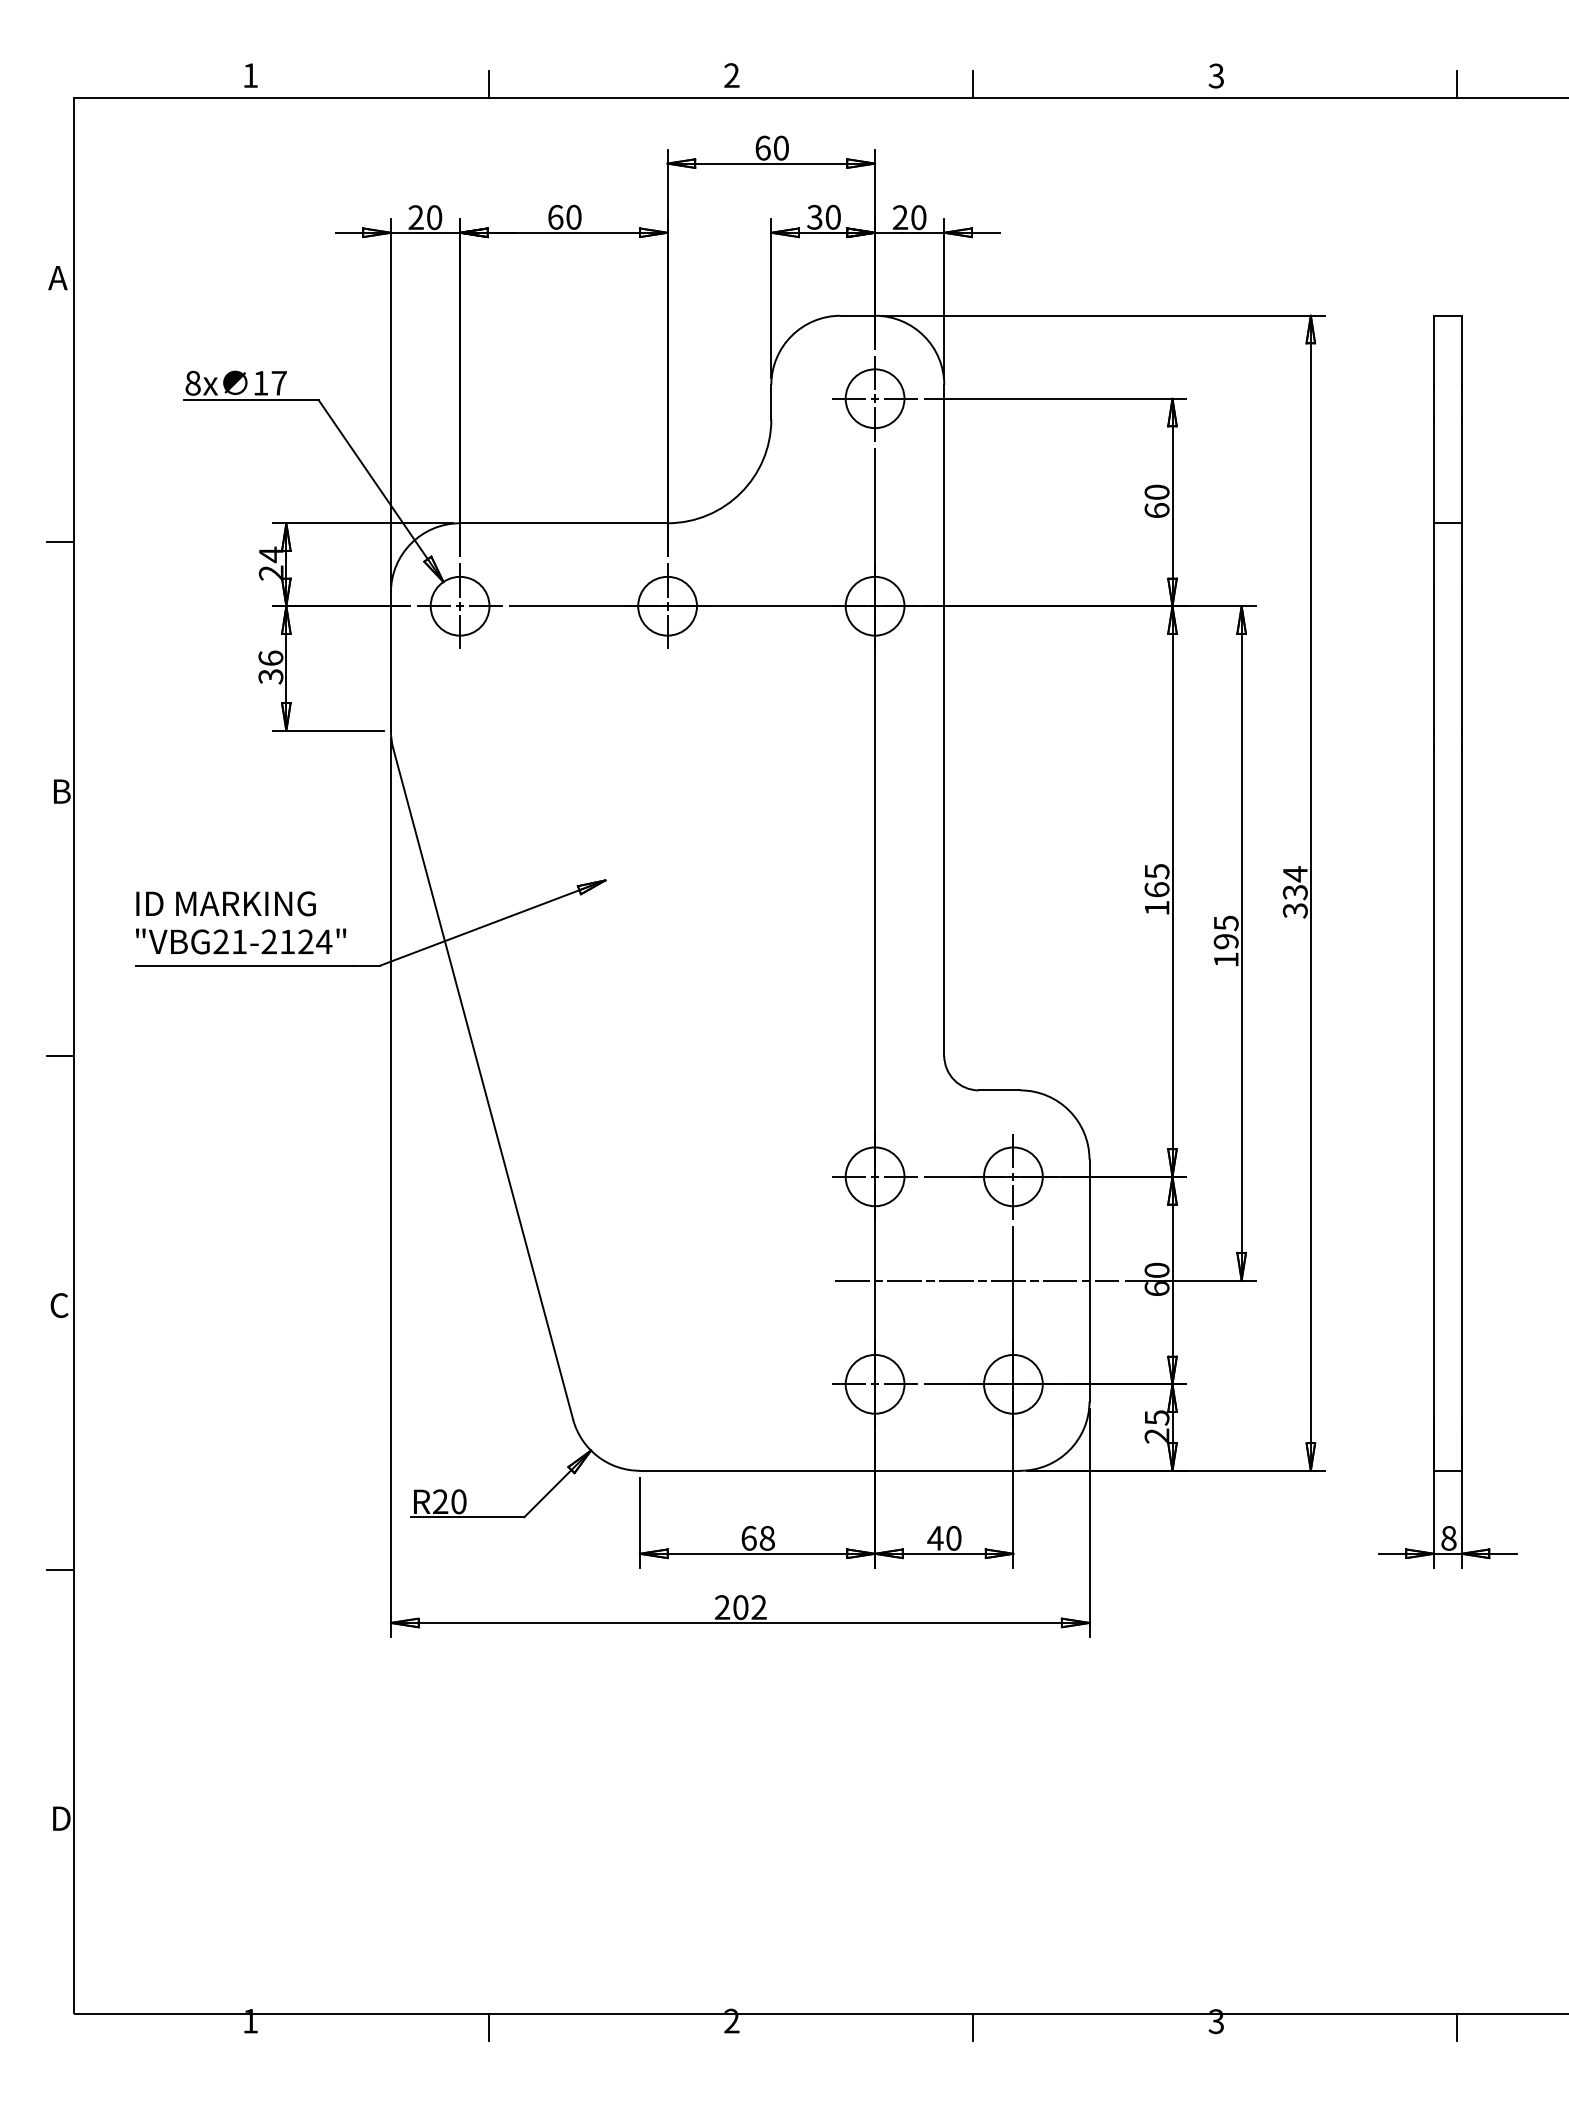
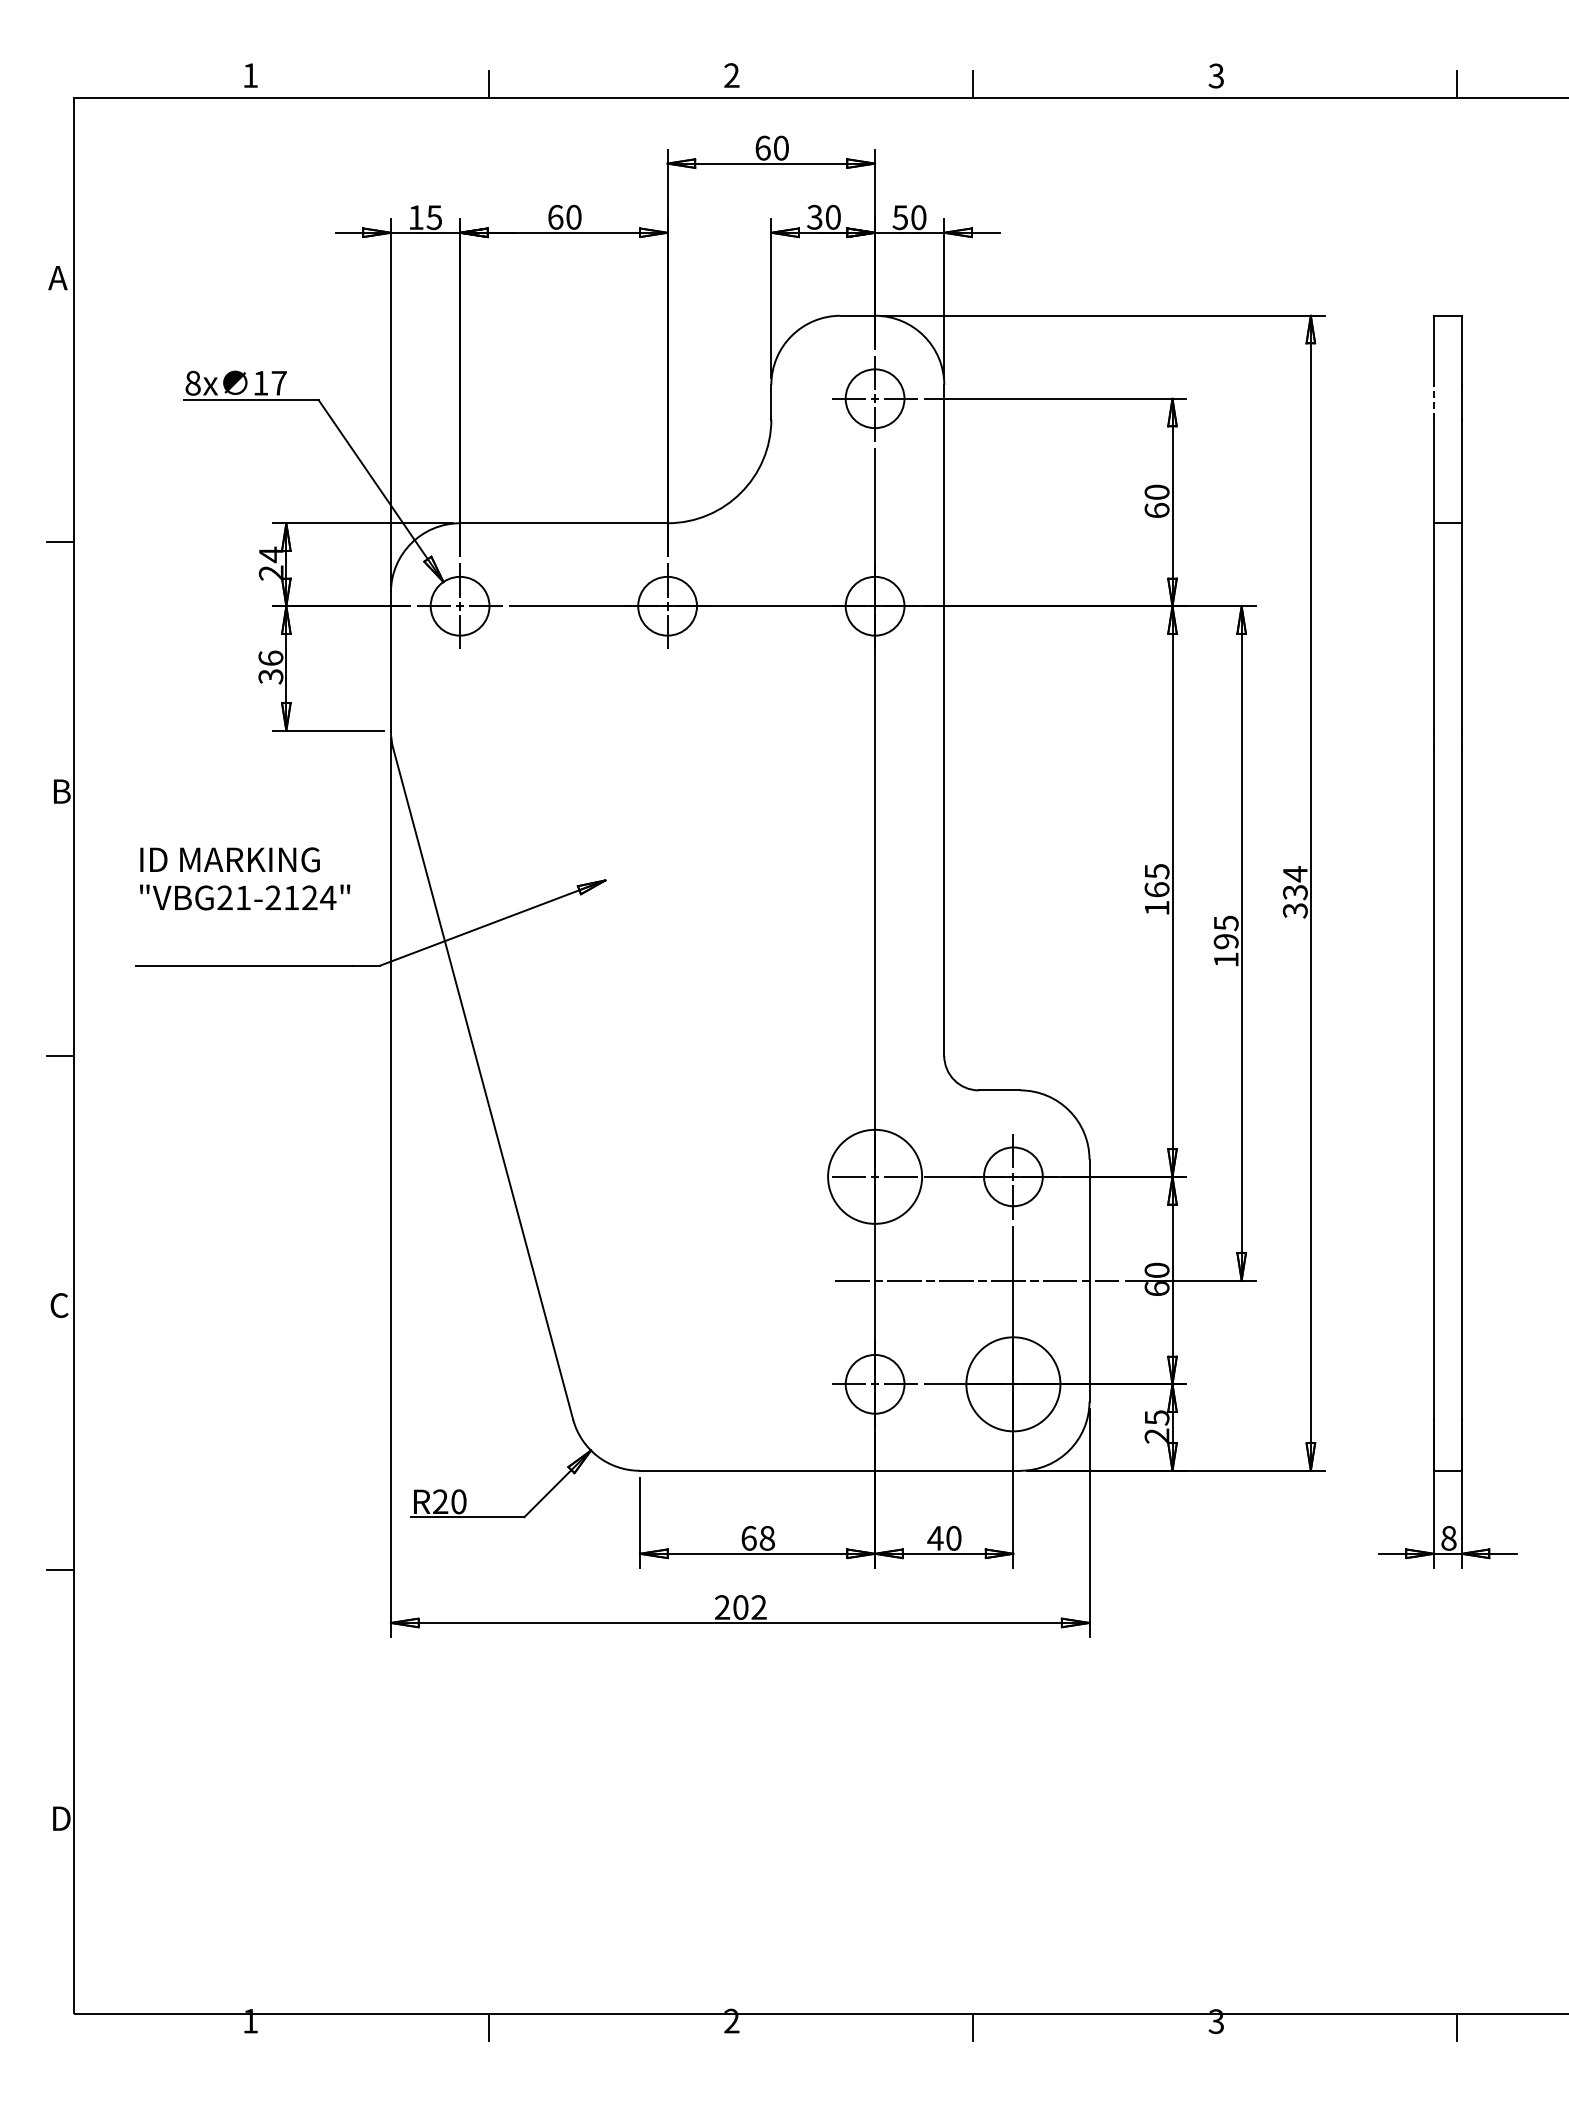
text at (425, 217): 20 -> 15
text at (900, 217): 20 -> 50
line at (1434, 401): solid -> dashed
text at (241, 922) position: (241, 922) -> (245, 878)
circle at (874, 1176) diameter: 59 px -> 94 px
circle at (1013, 1383) diameter: 59 px -> 94 px
